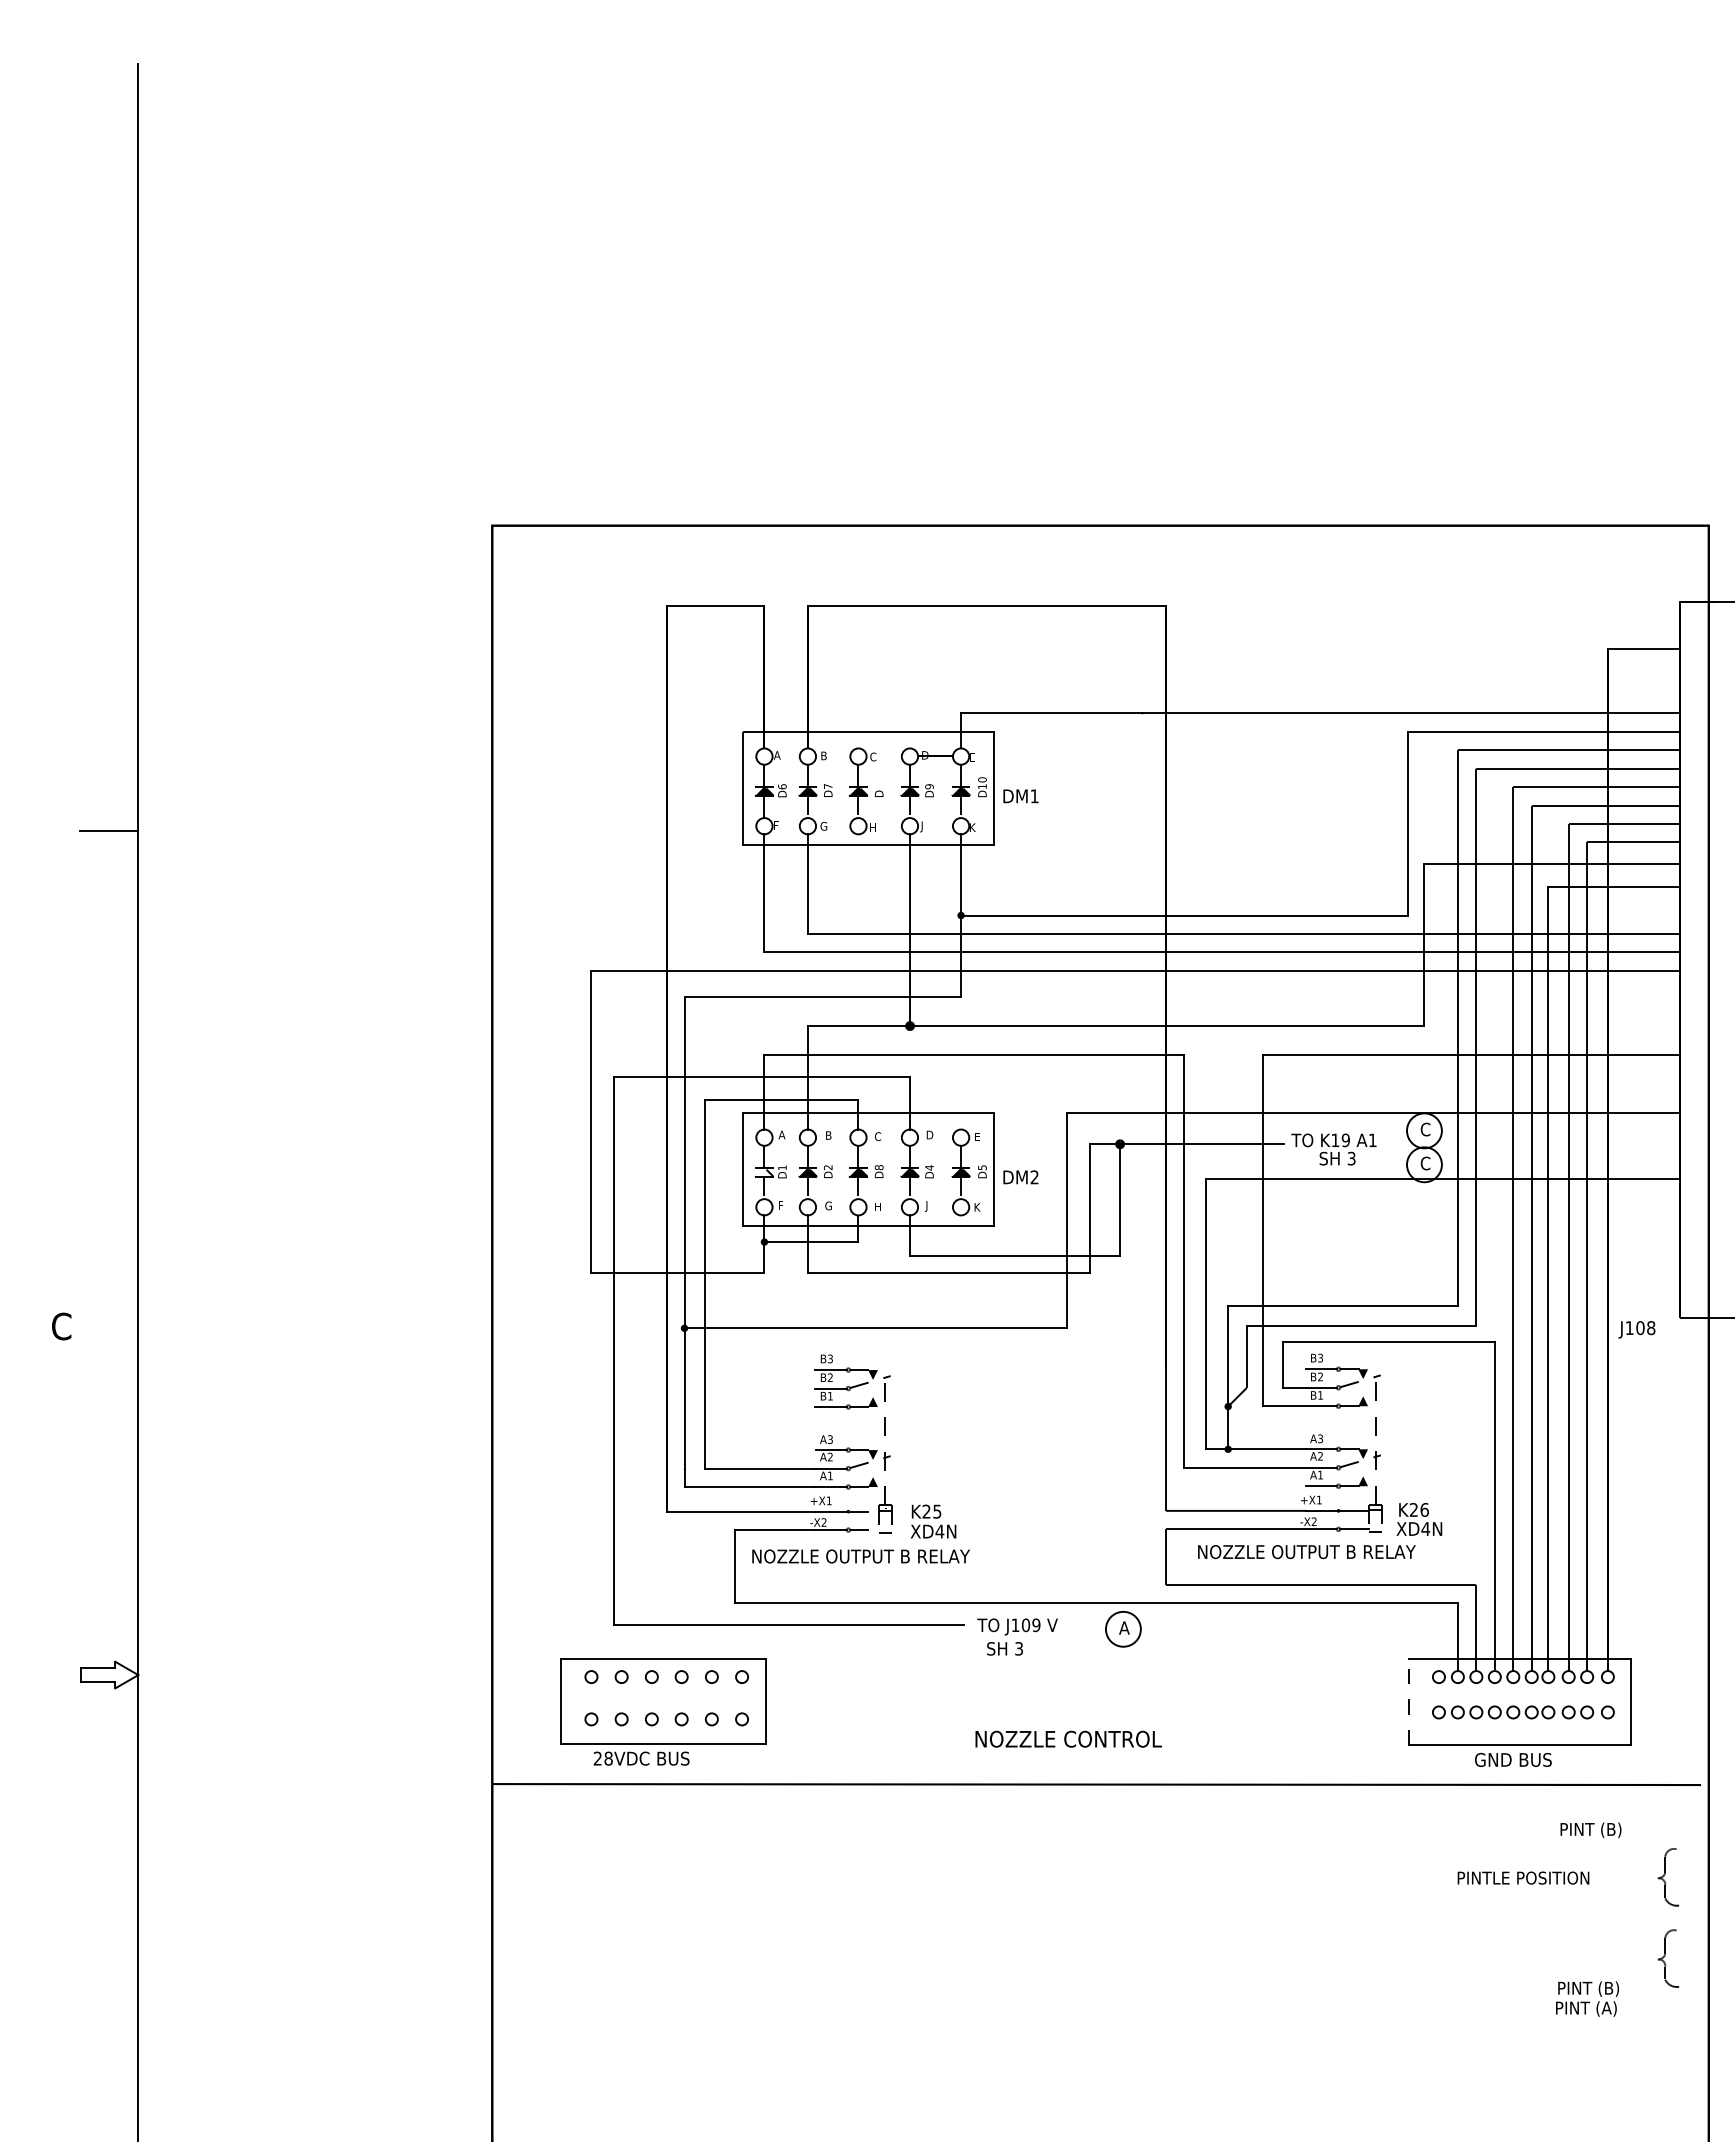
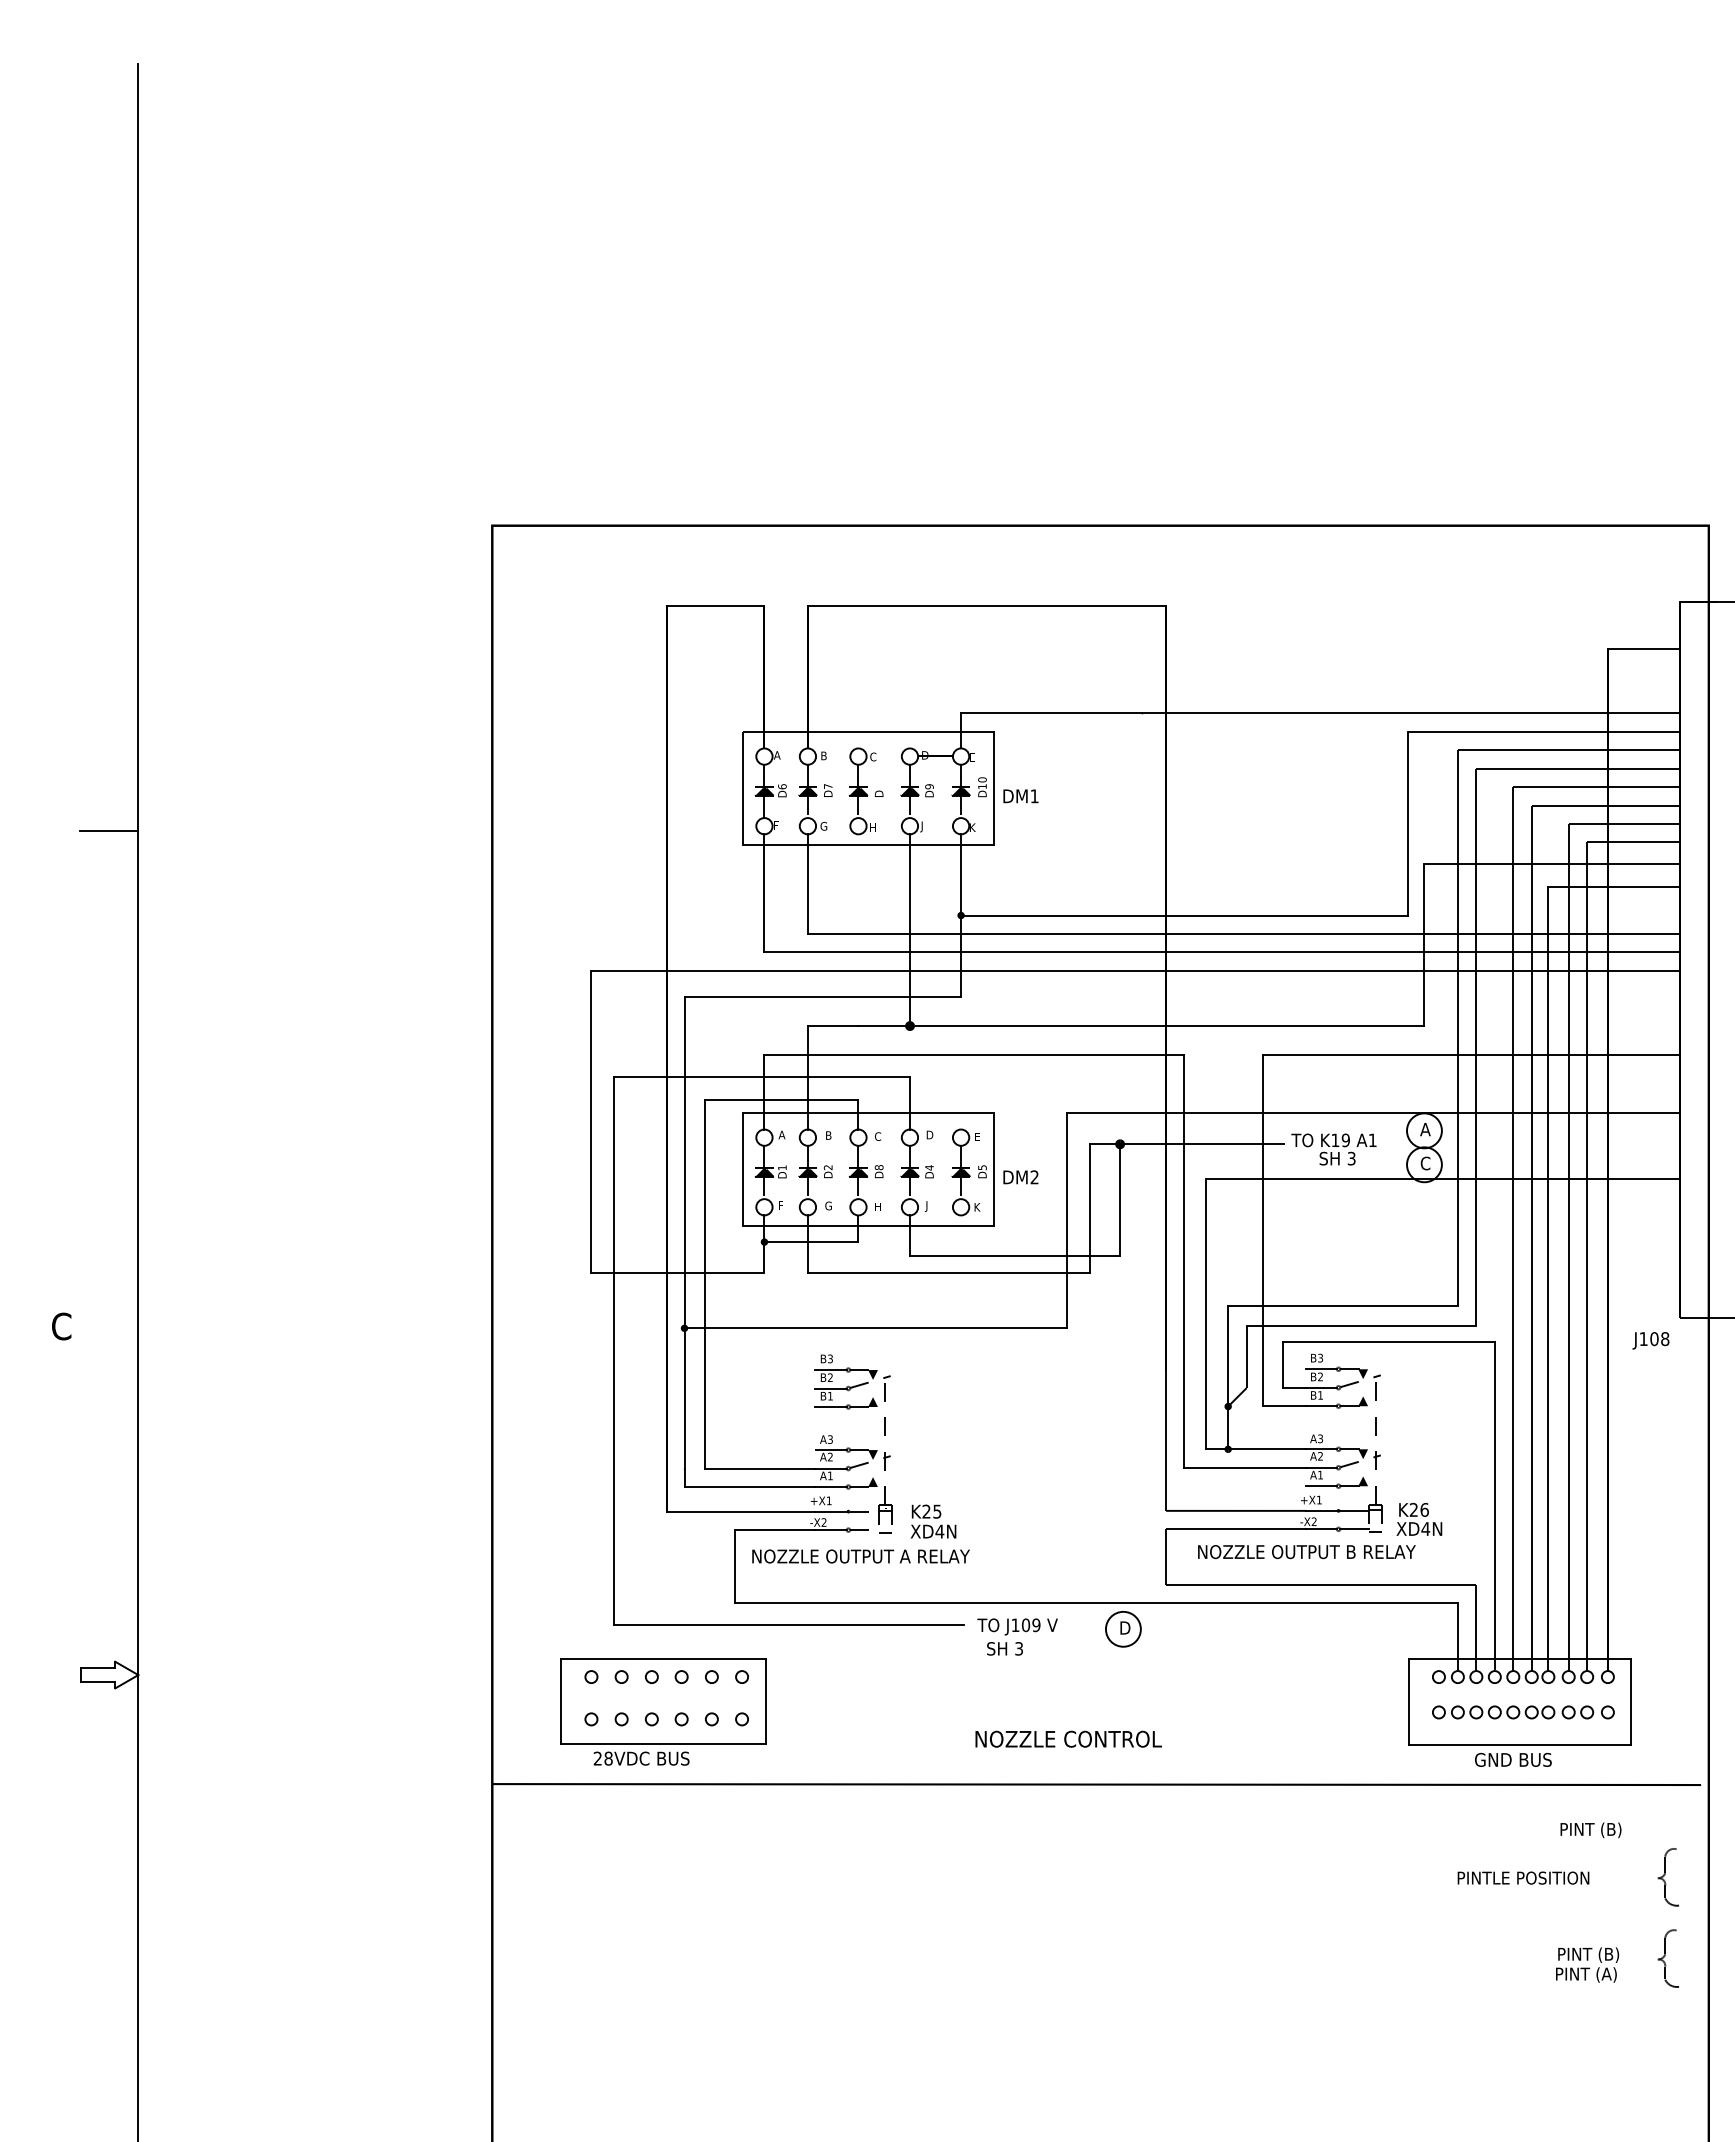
text at (1425, 1129): C -> A
fill at (764, 1171): none -> present
text at (1636, 1329) position: (1636, 1329) -> (1650, 1340)
text at (904, 1556): NOZZLE OUTPUT B RELAY -> NOZZLE OUTPUT A RELAY
text at (1124, 1627): A -> D
line at (1408, 1701): dashed -> solid
text at (1587, 1998) position: (1587, 1998) -> (1587, 1964)
